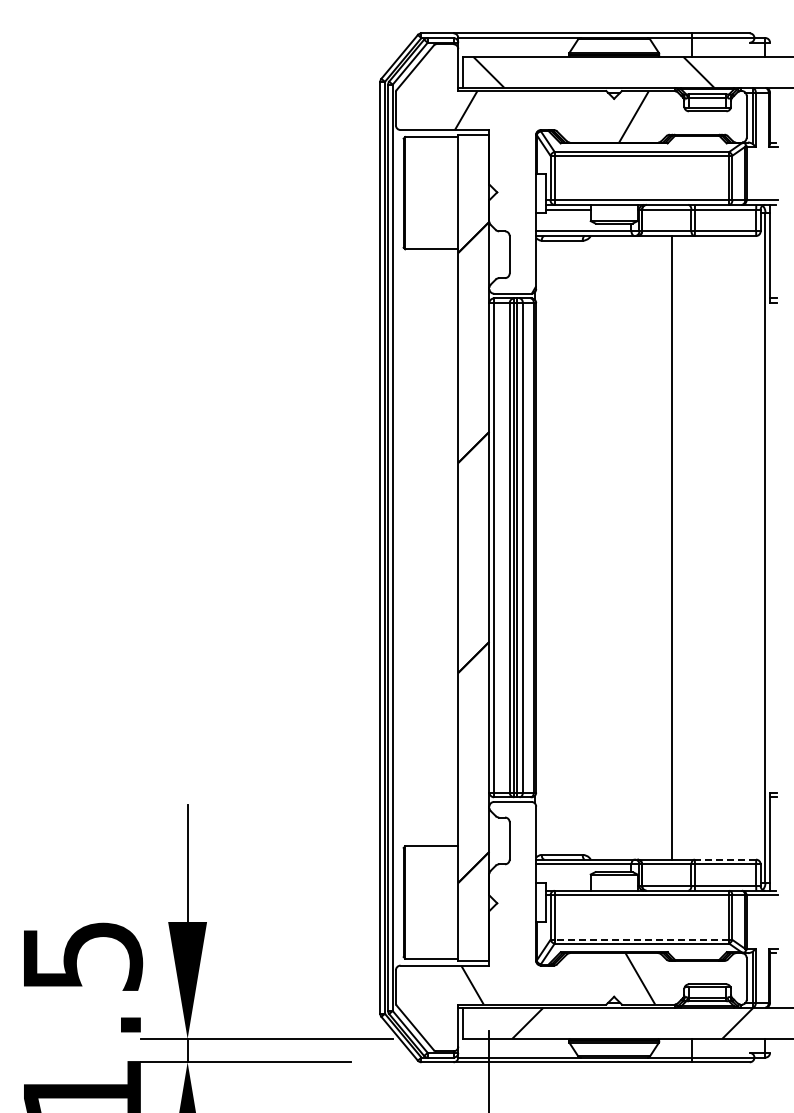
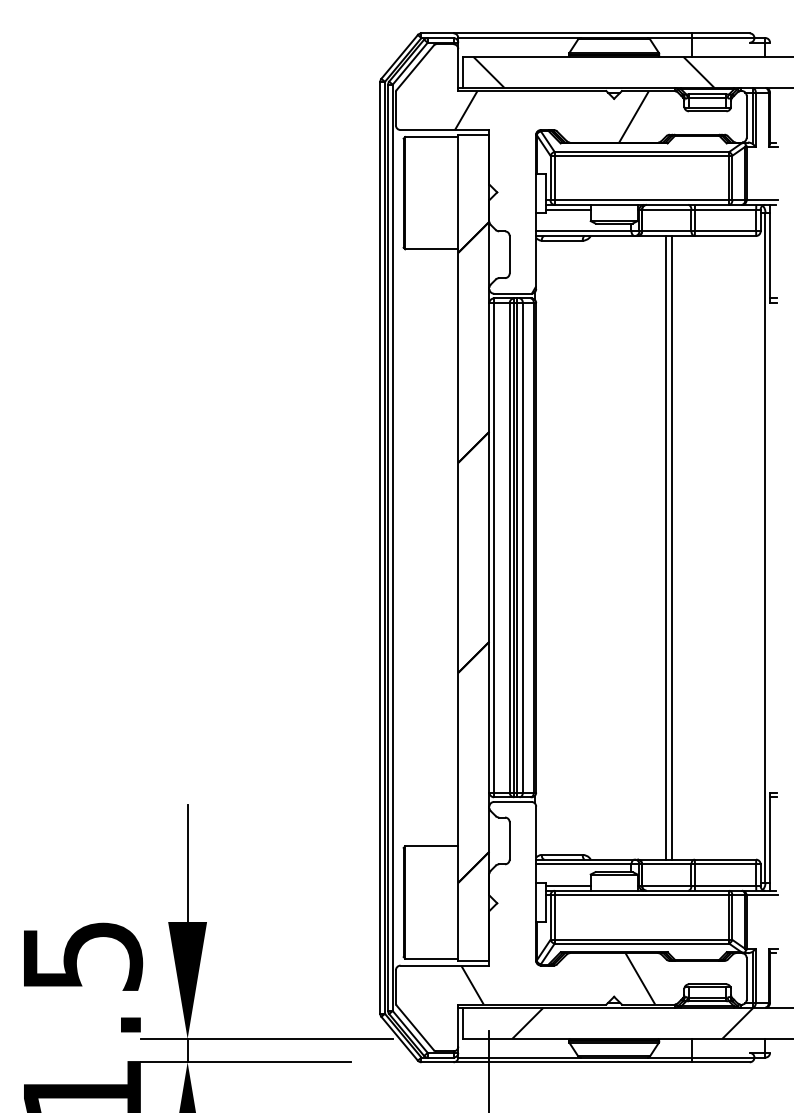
line at (665, 547): none -> present
line at (725, 859): dashed -> solid
line at (567, 886): none -> present
line at (641, 939): dashed -> solid
